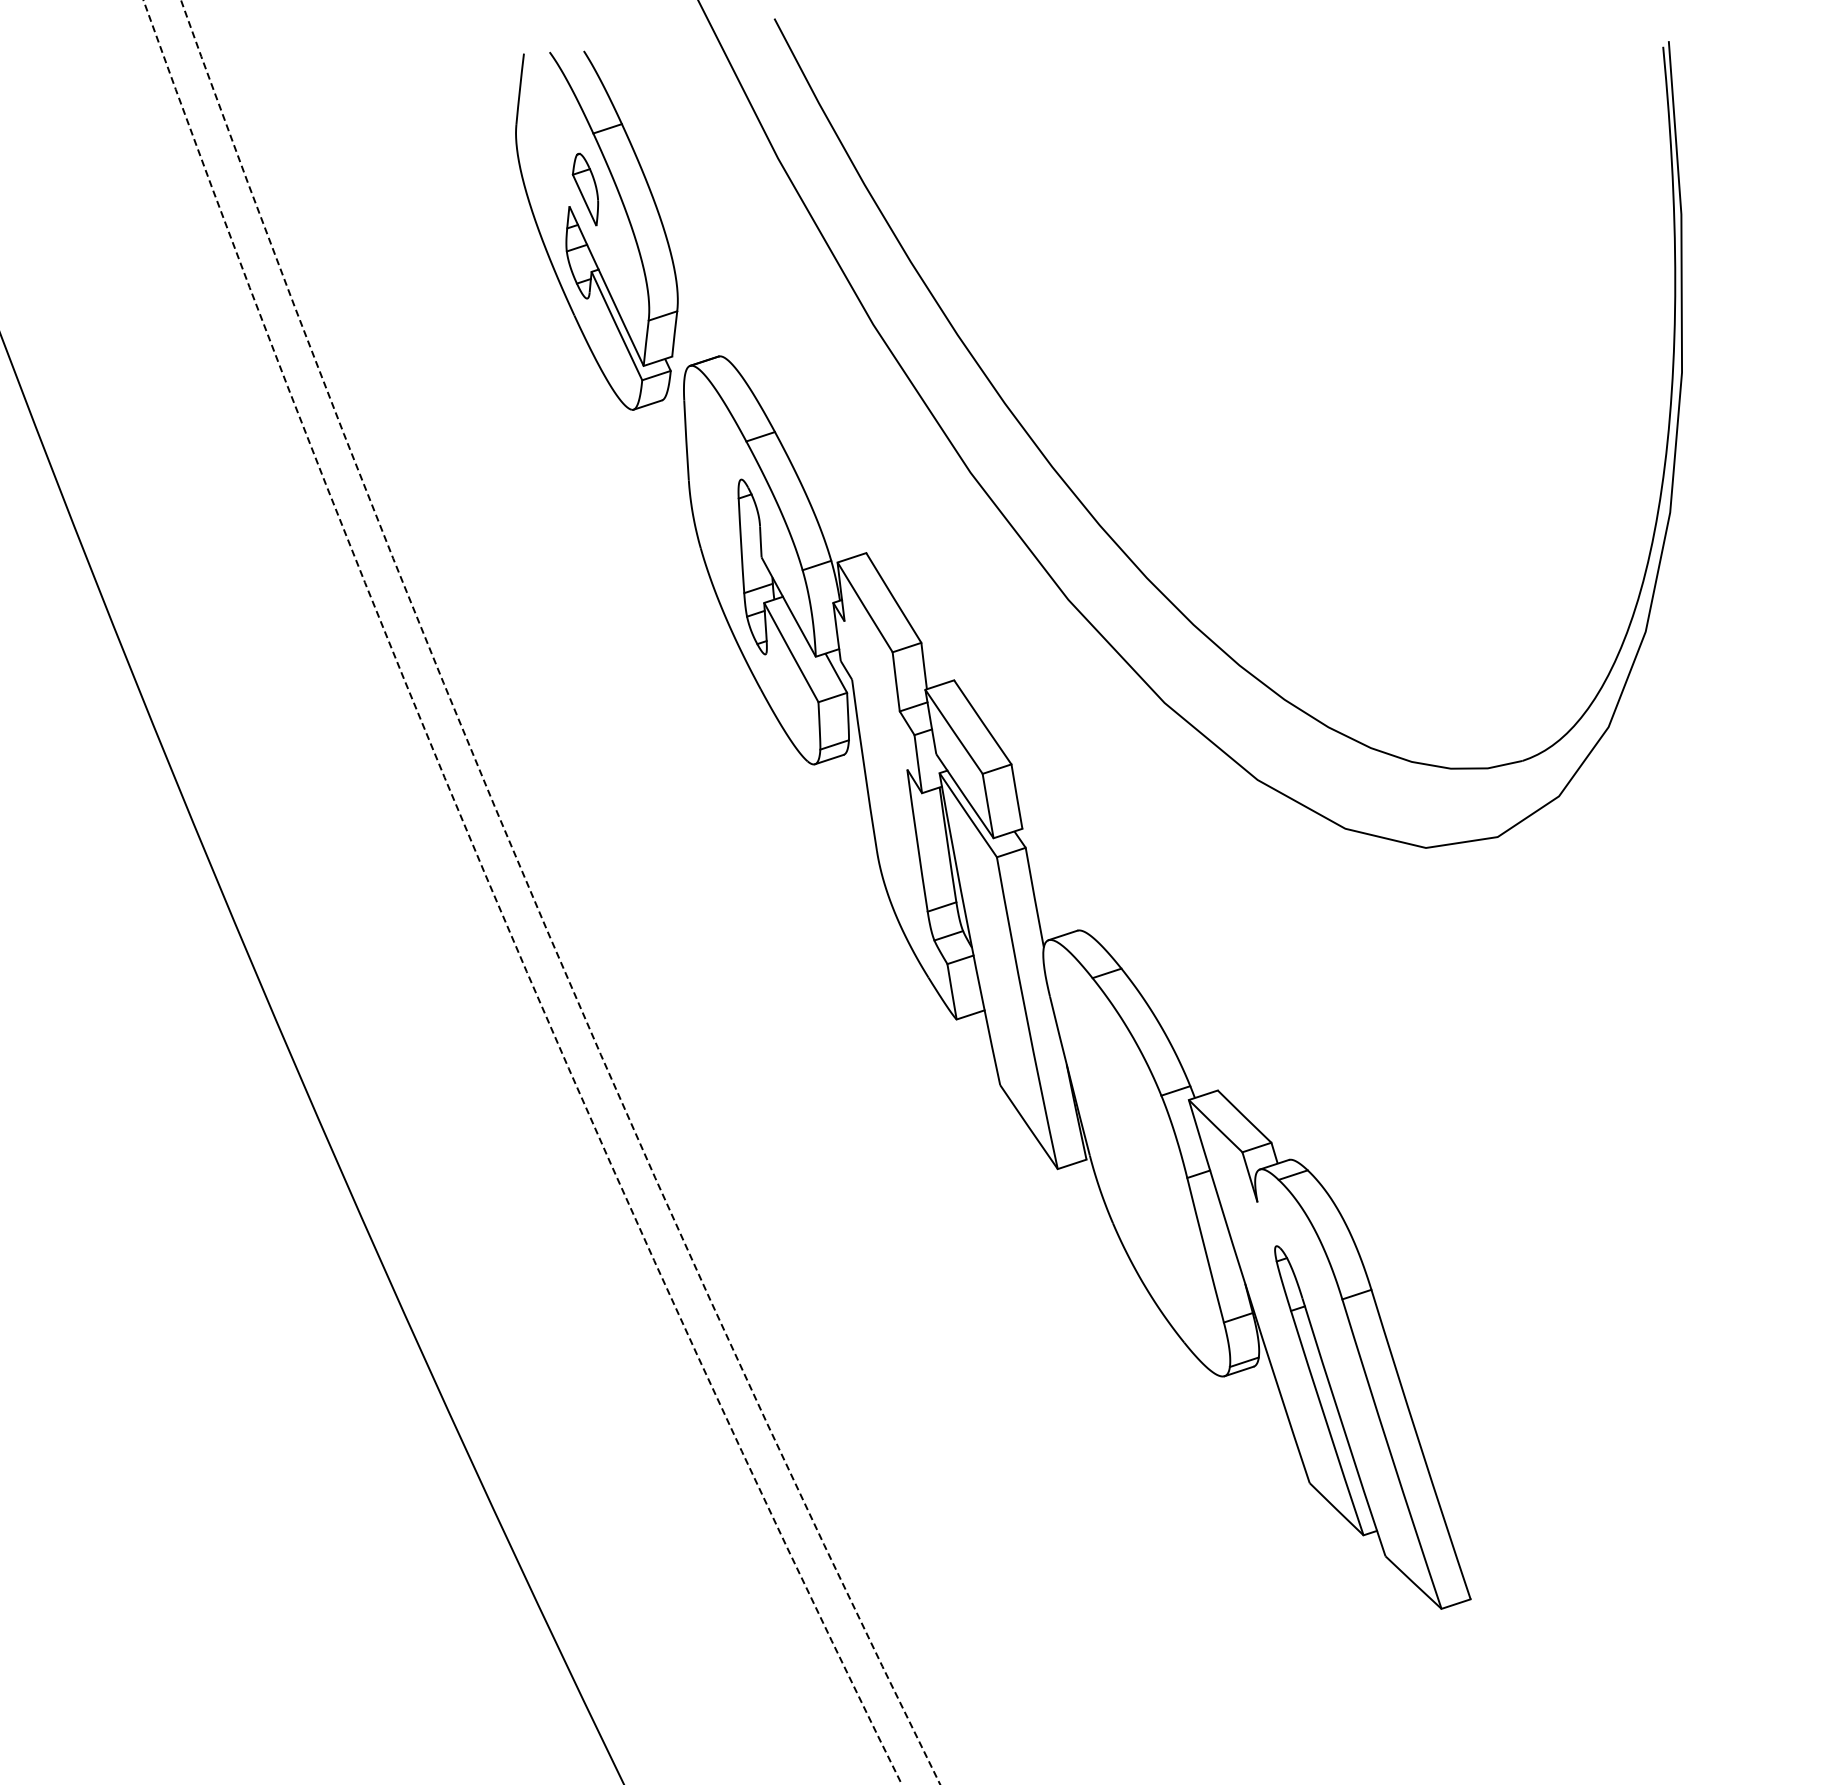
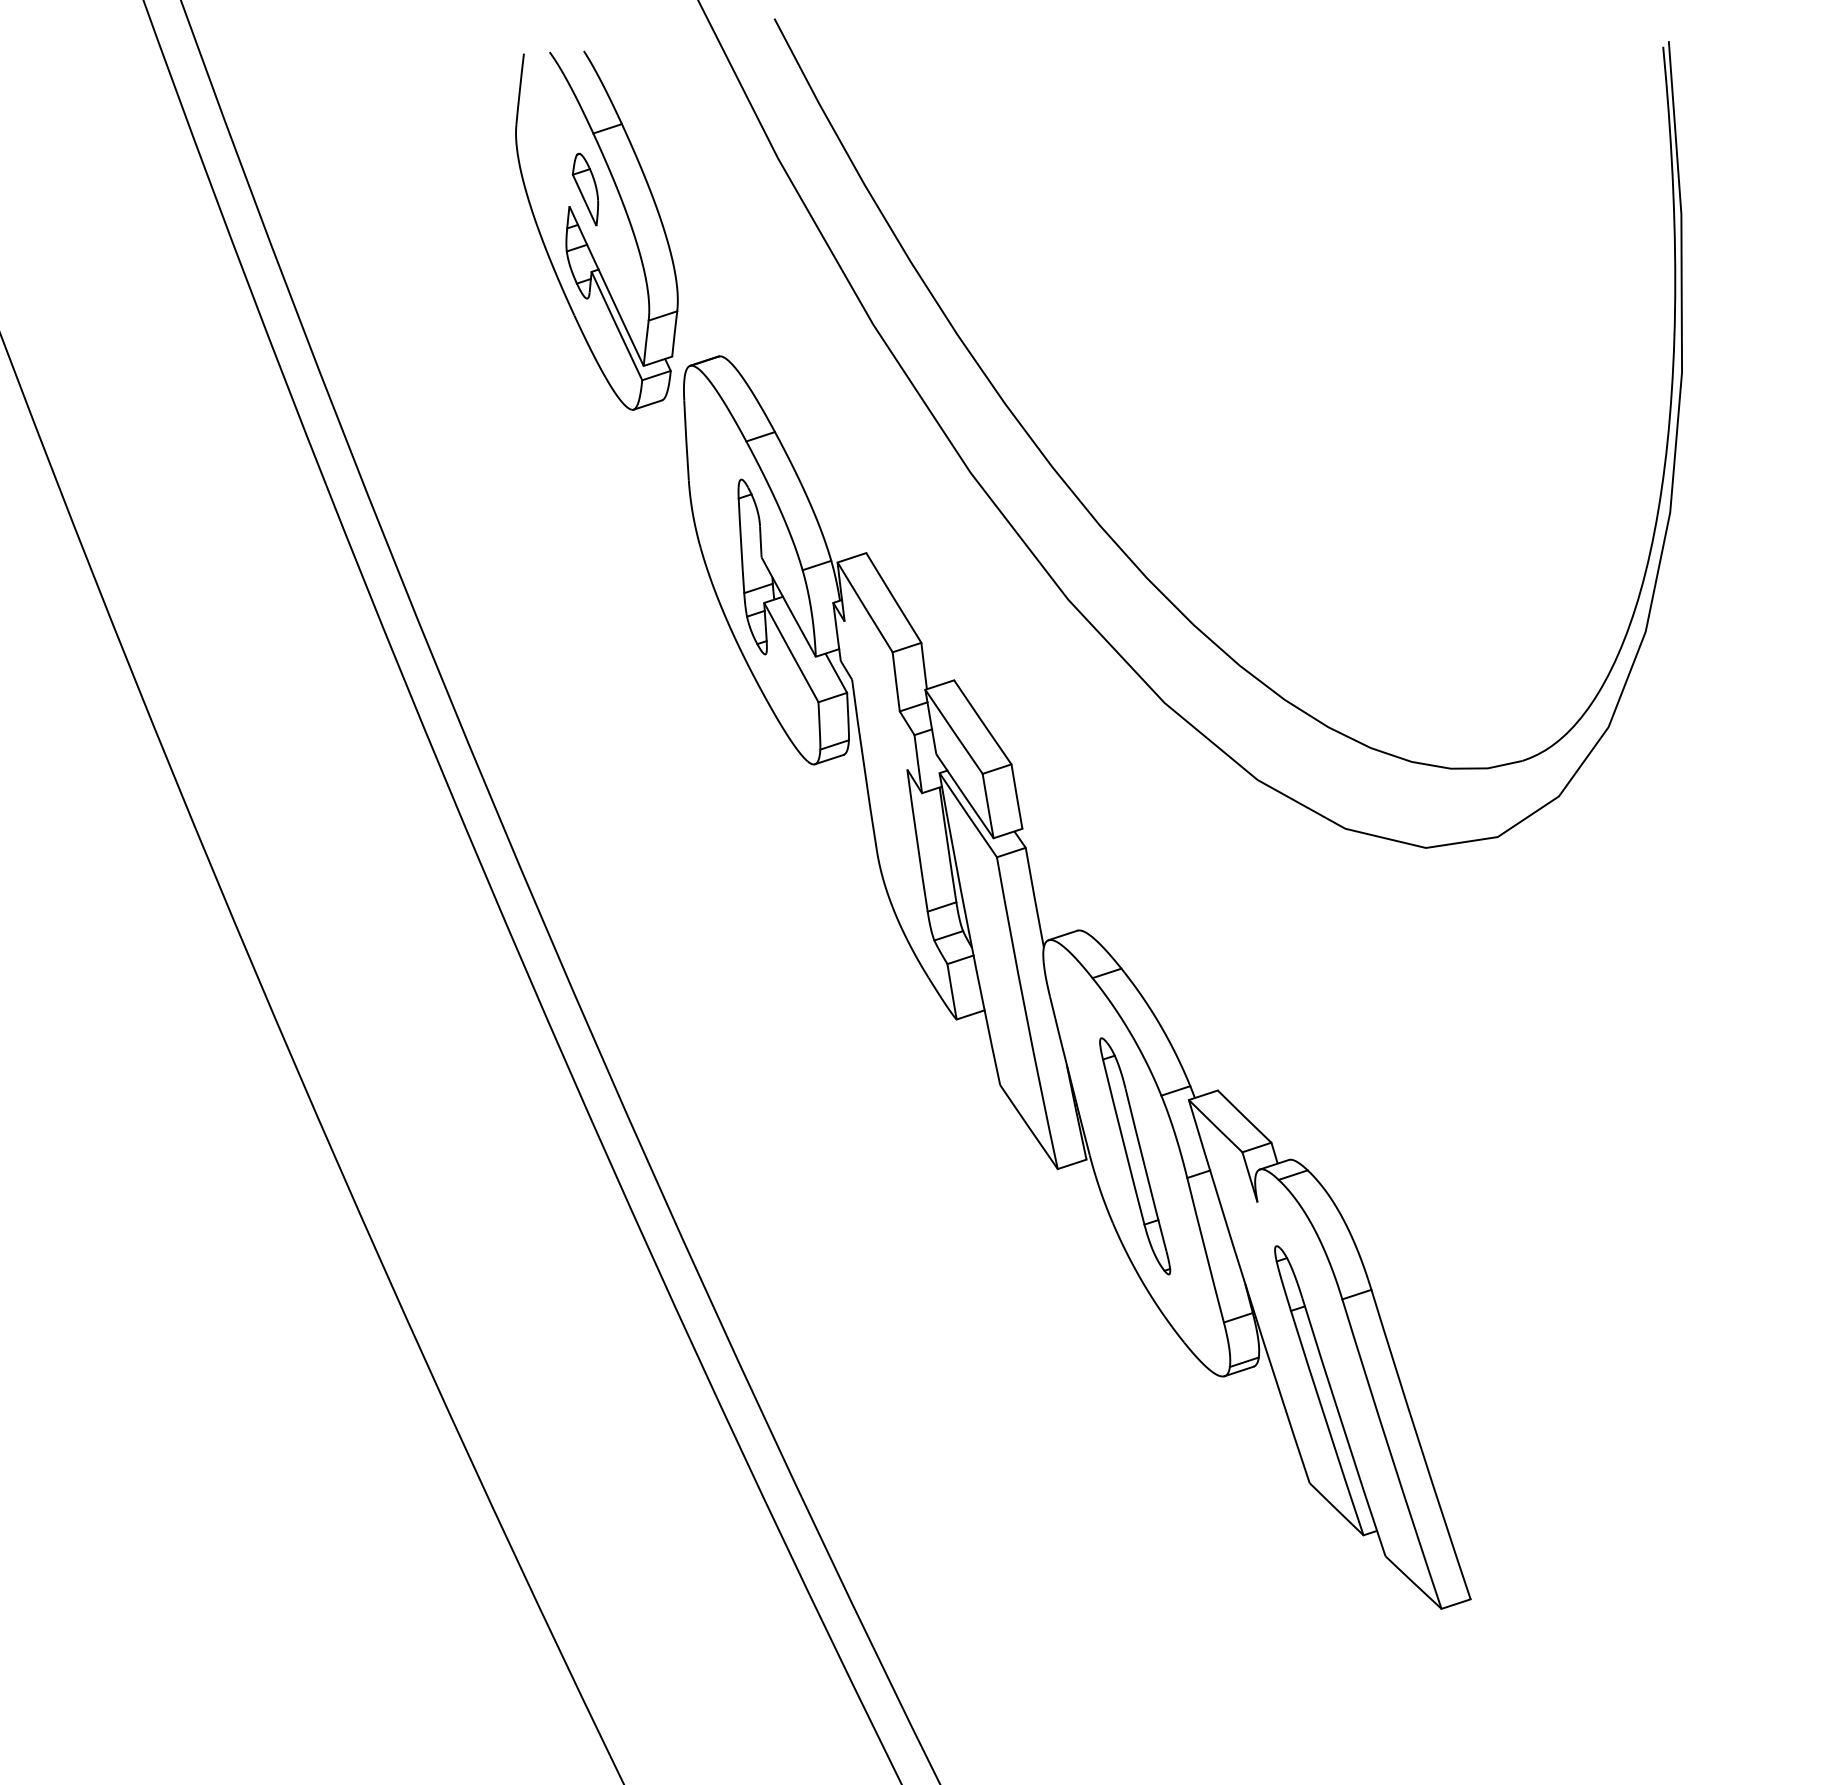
circle at (522, 892): dashed -> solid
arc at (535, 902): dashed -> solid
part at (1135, 1156): none -> present
